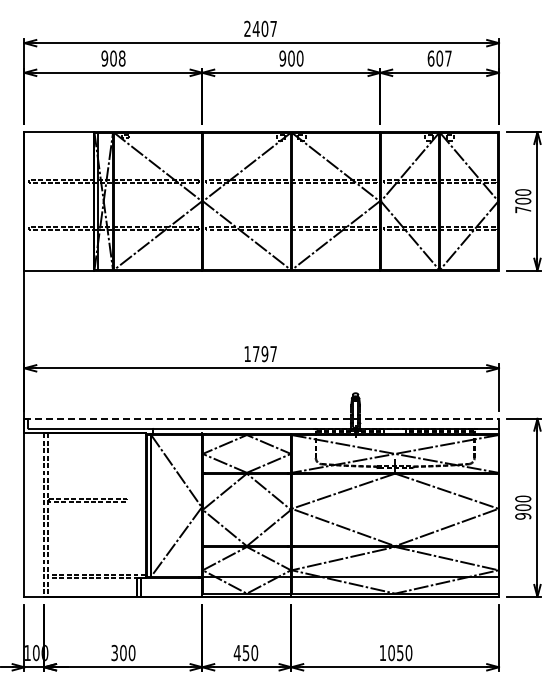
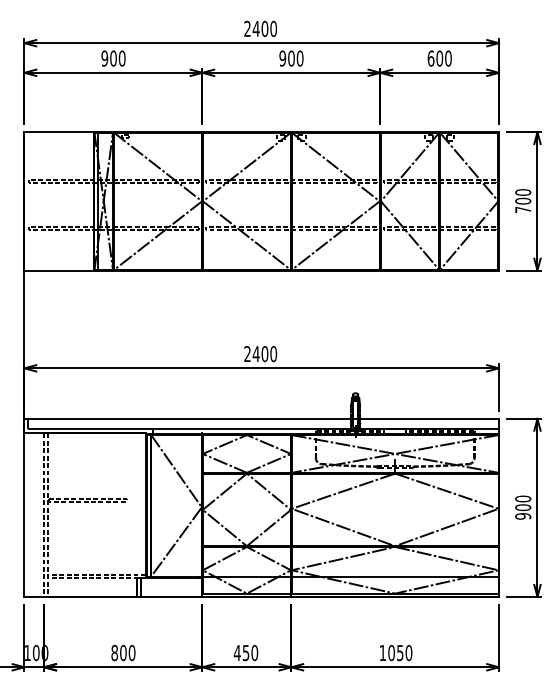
text at (273, 28): 2407 -> 2400
text at (121, 58): 908 -> 900
text at (448, 58): 607 -> 600
text at (260, 354): 1797 -> 2400
line at (262, 418): dashed -> solid
text at (114, 653): 300 -> 800
